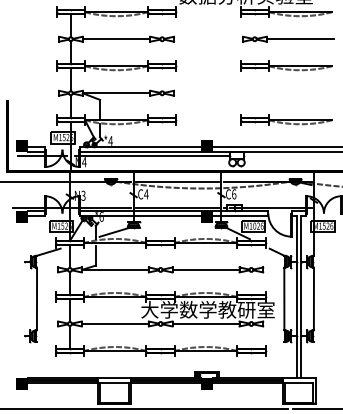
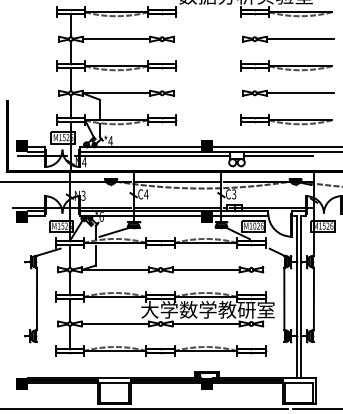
part at (288, 92): none -> present
line at (278, 155): none -> present
text at (234, 194): C6 -> C3
